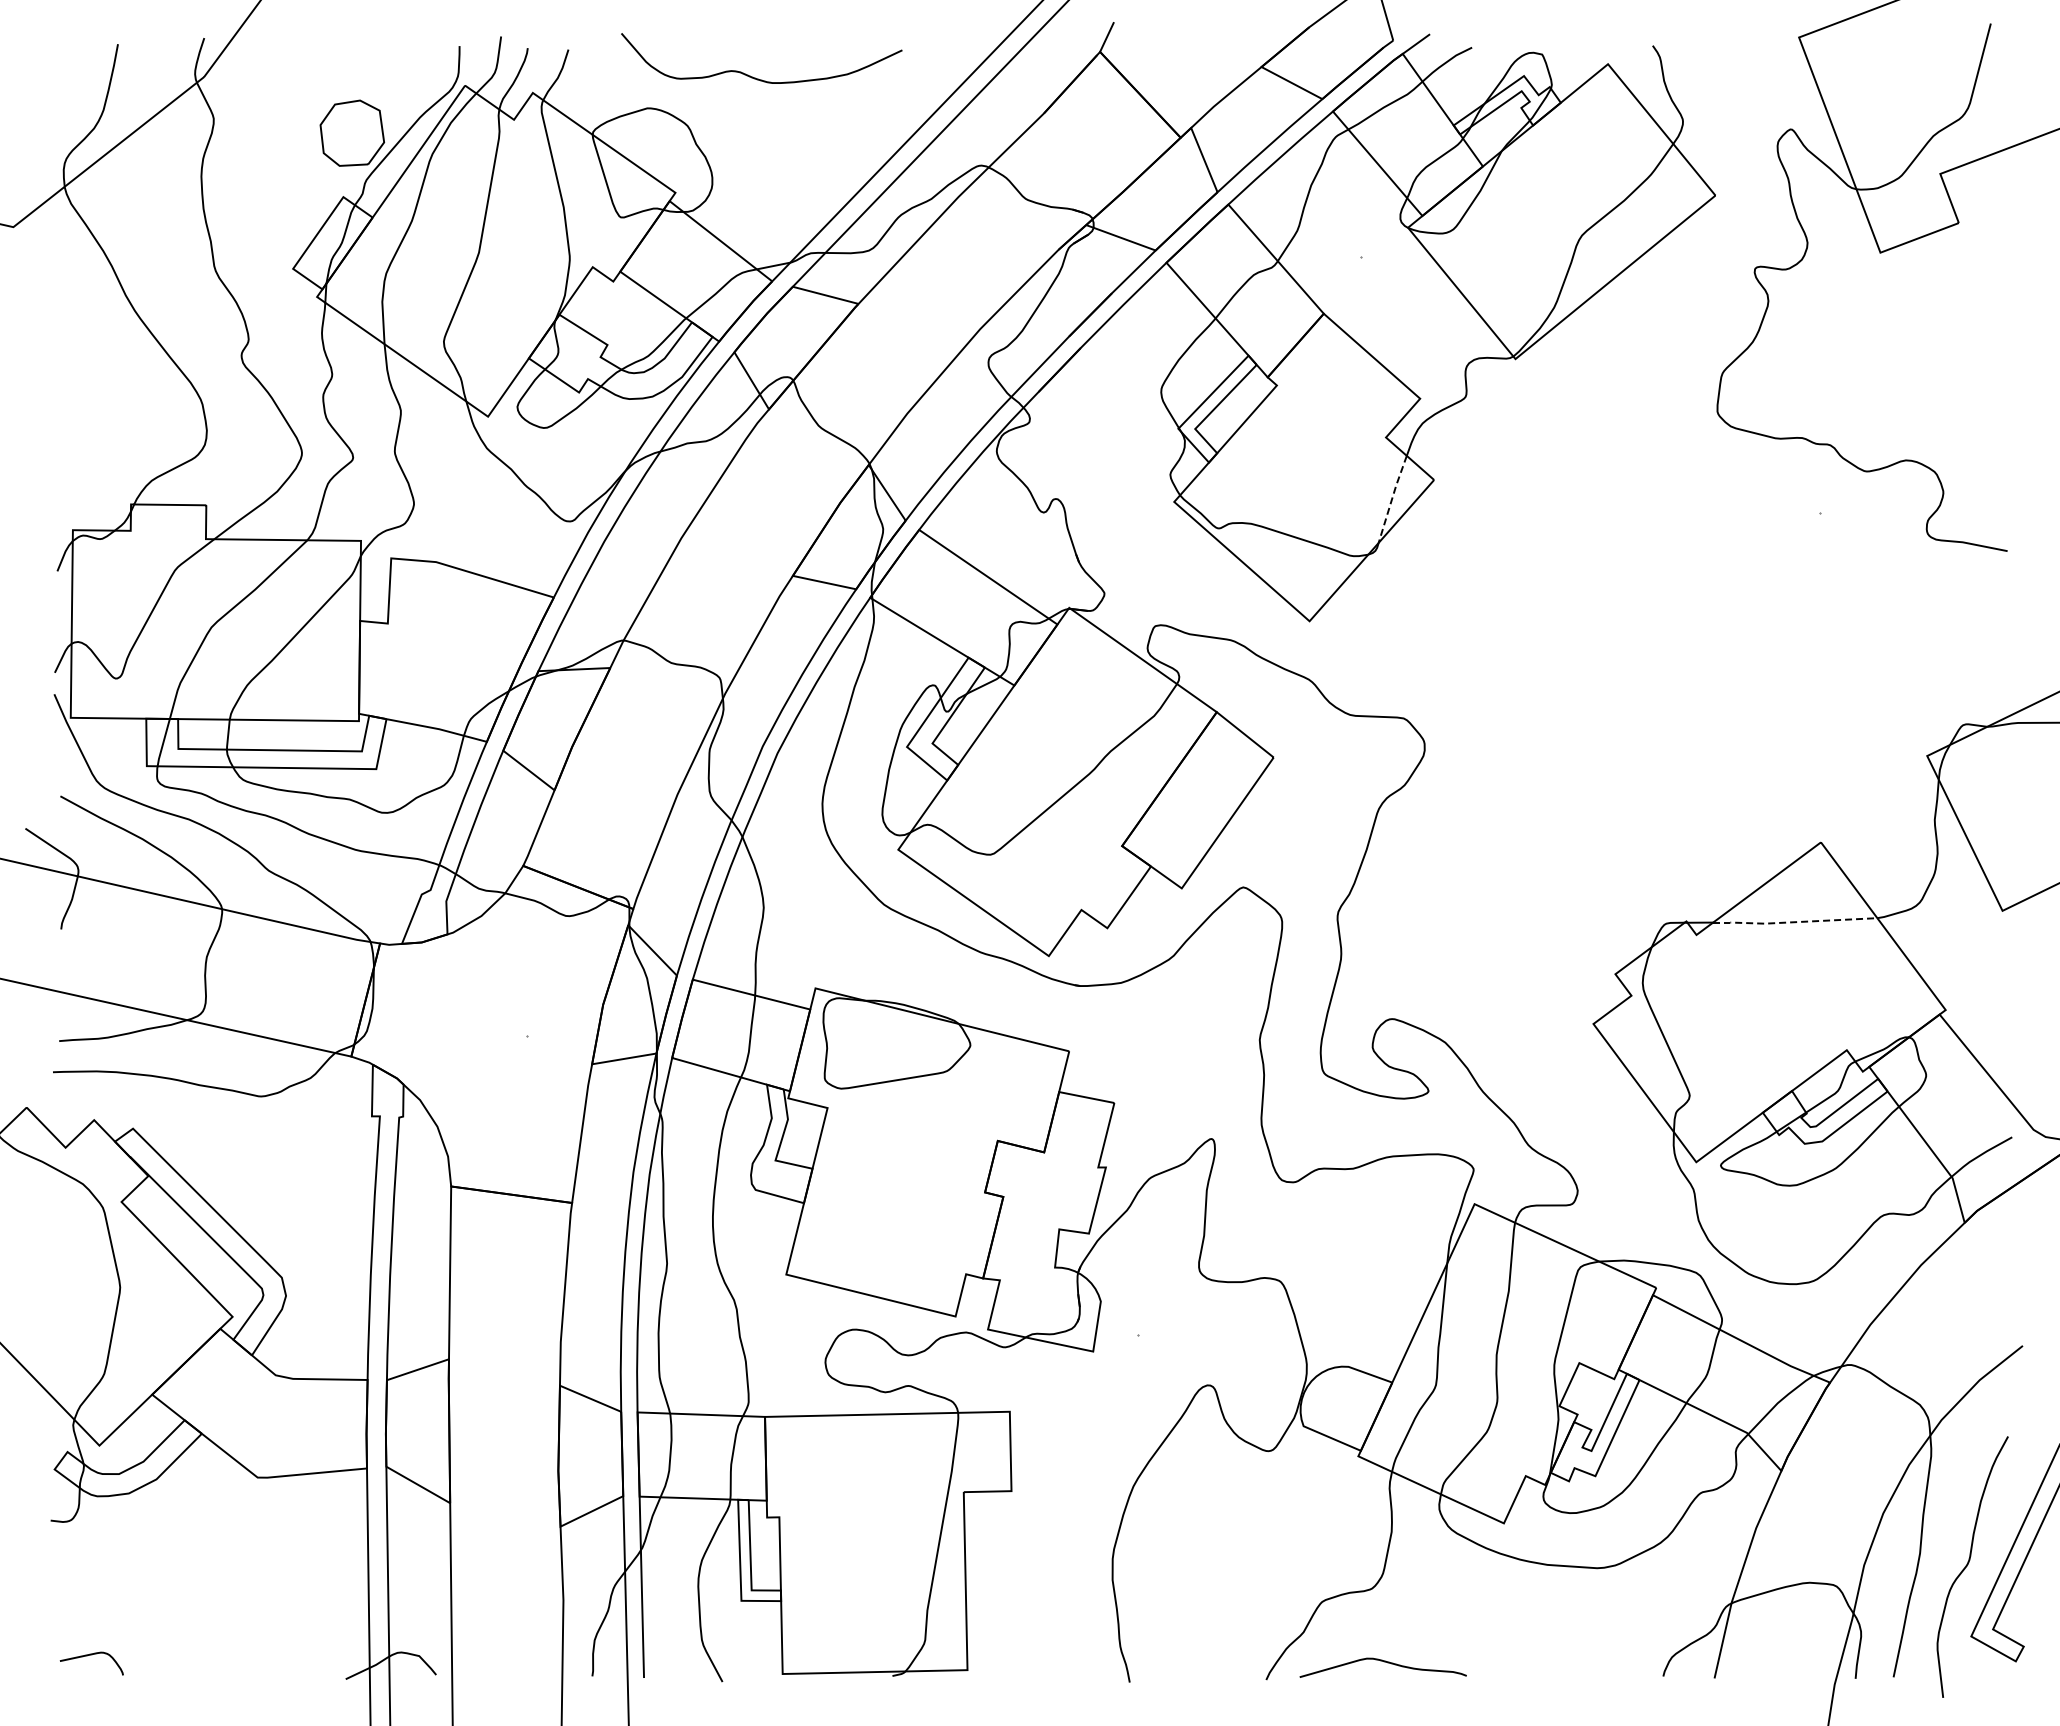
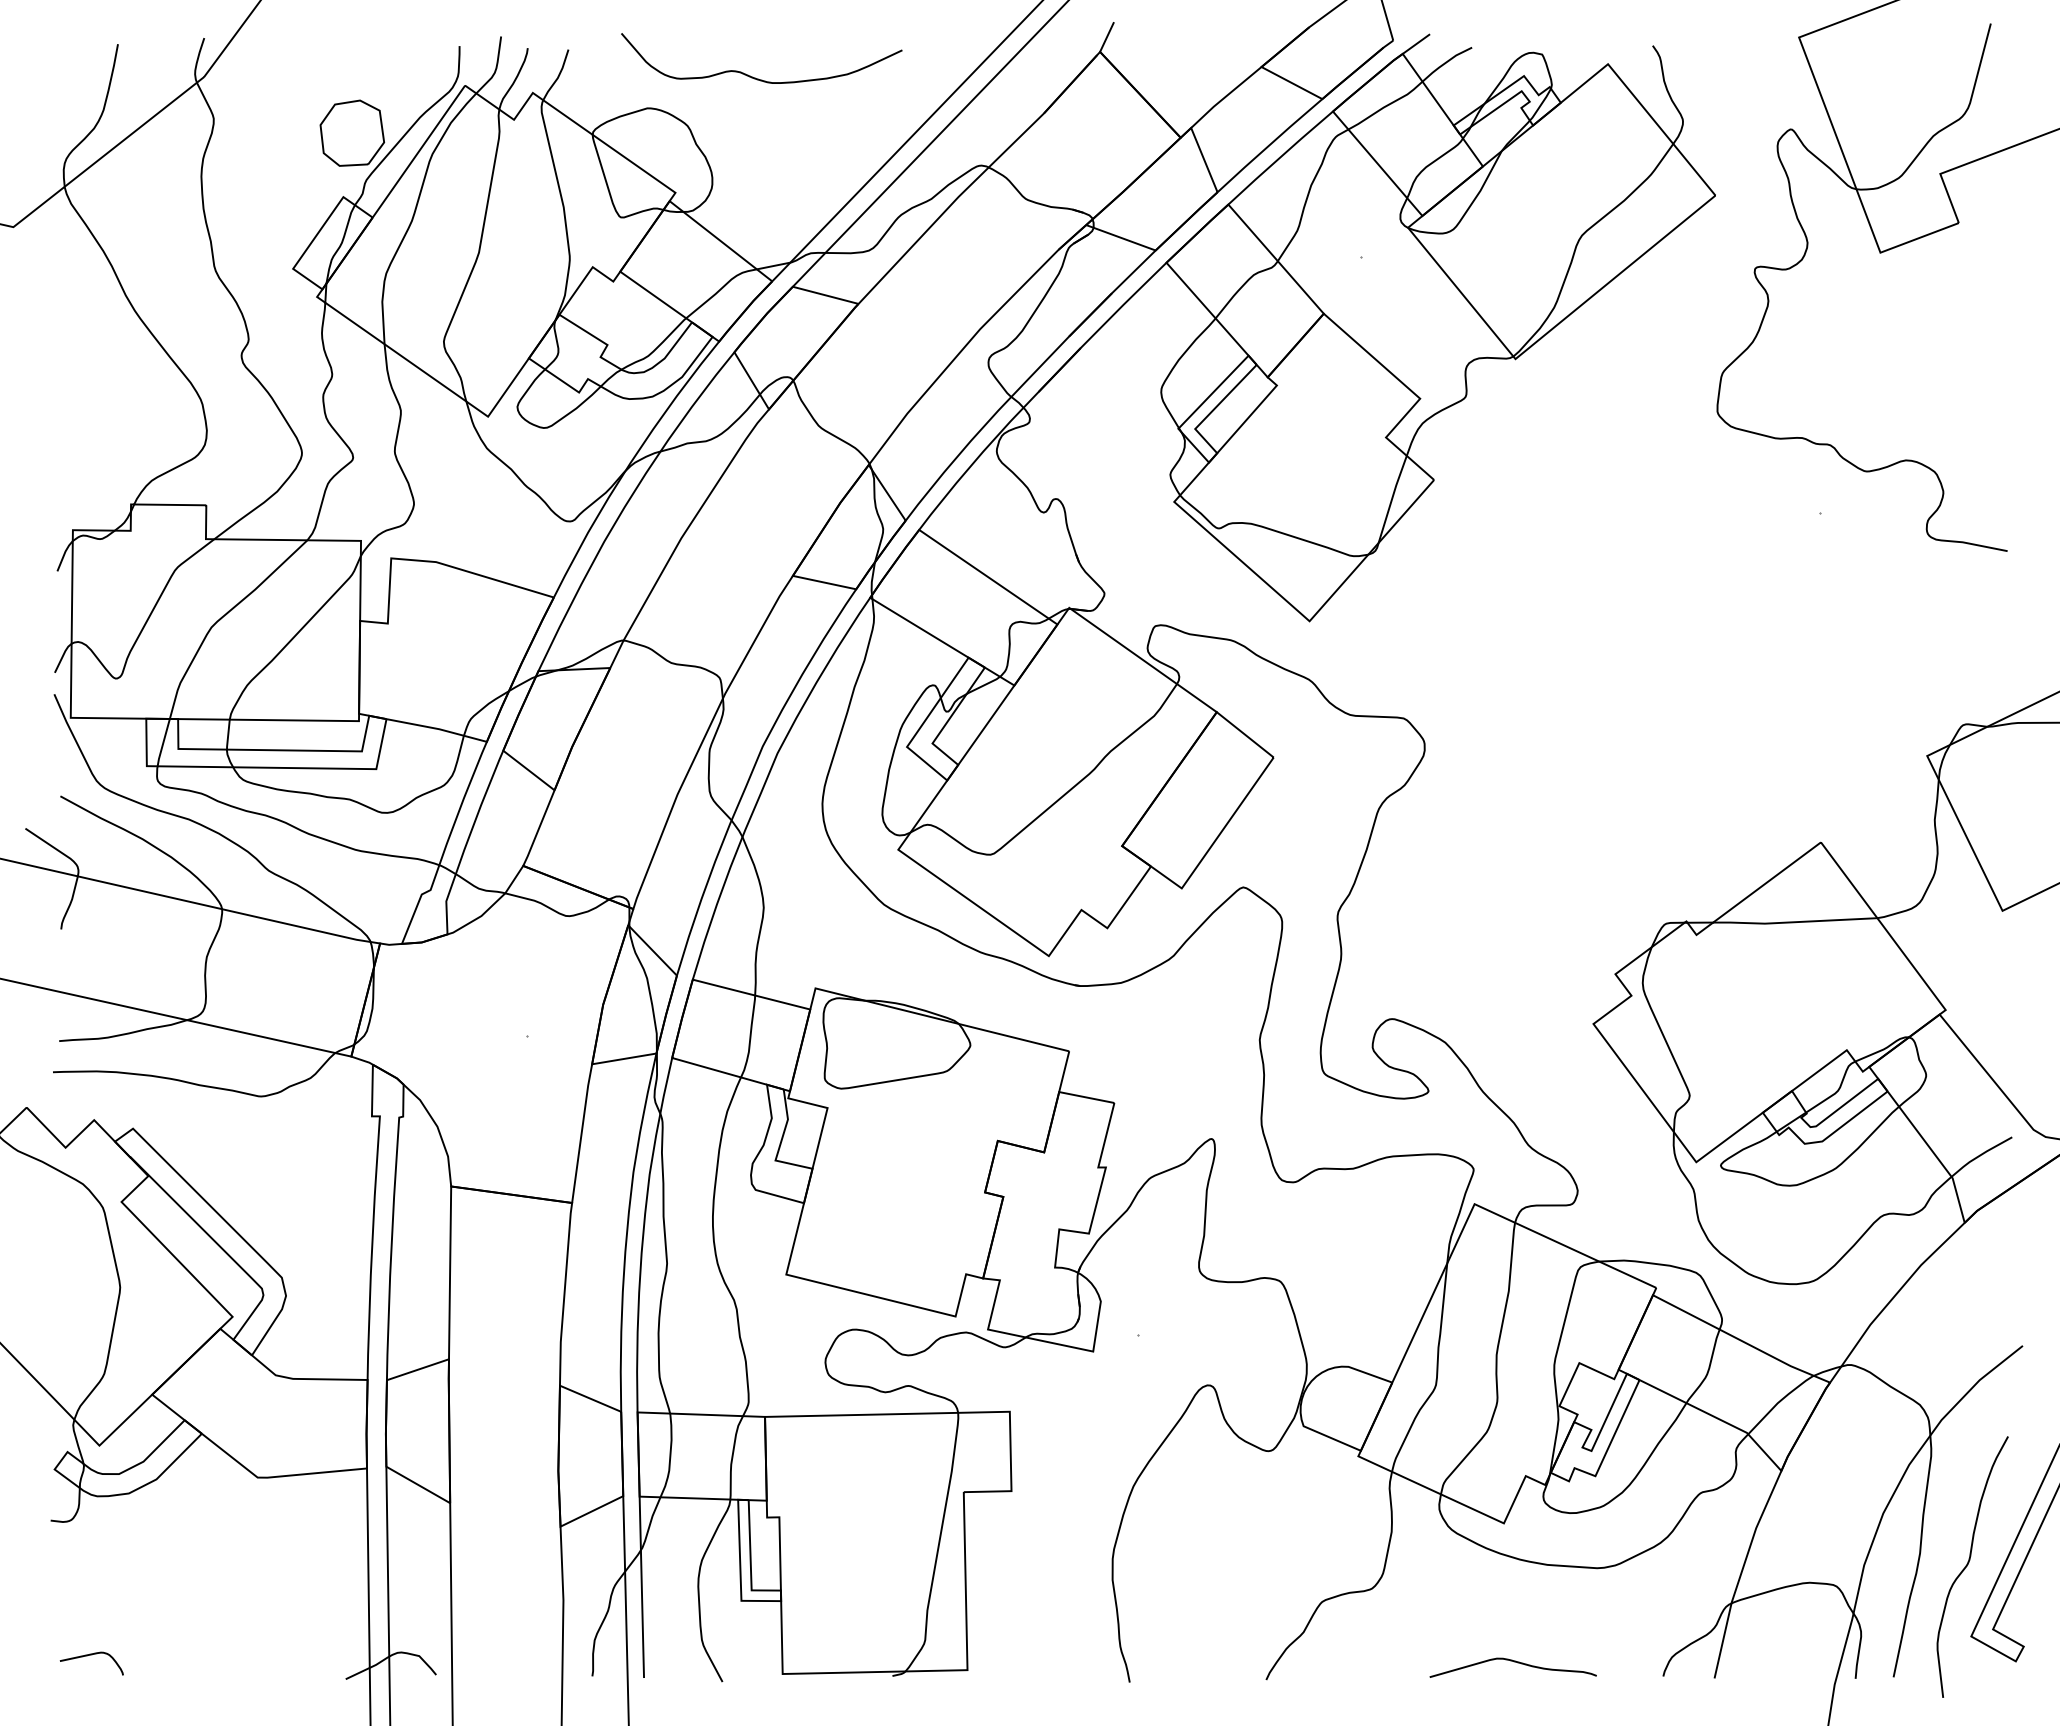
line at (1392, 498): dashed -> solid
line at (1793, 922): dashed -> solid
curve at (1384, 1662) position: (1384, 1662) -> (1514, 1662)
